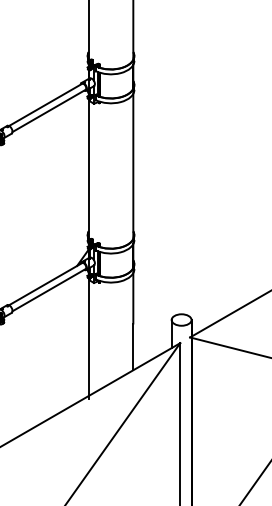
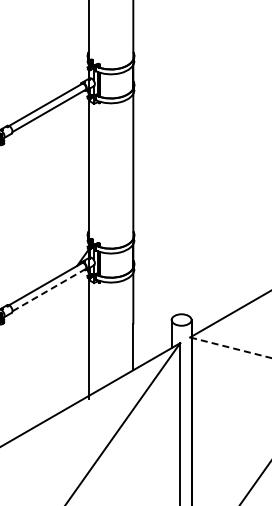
line at (49, 289): solid -> dashed
line at (230, 347): solid -> dashed
